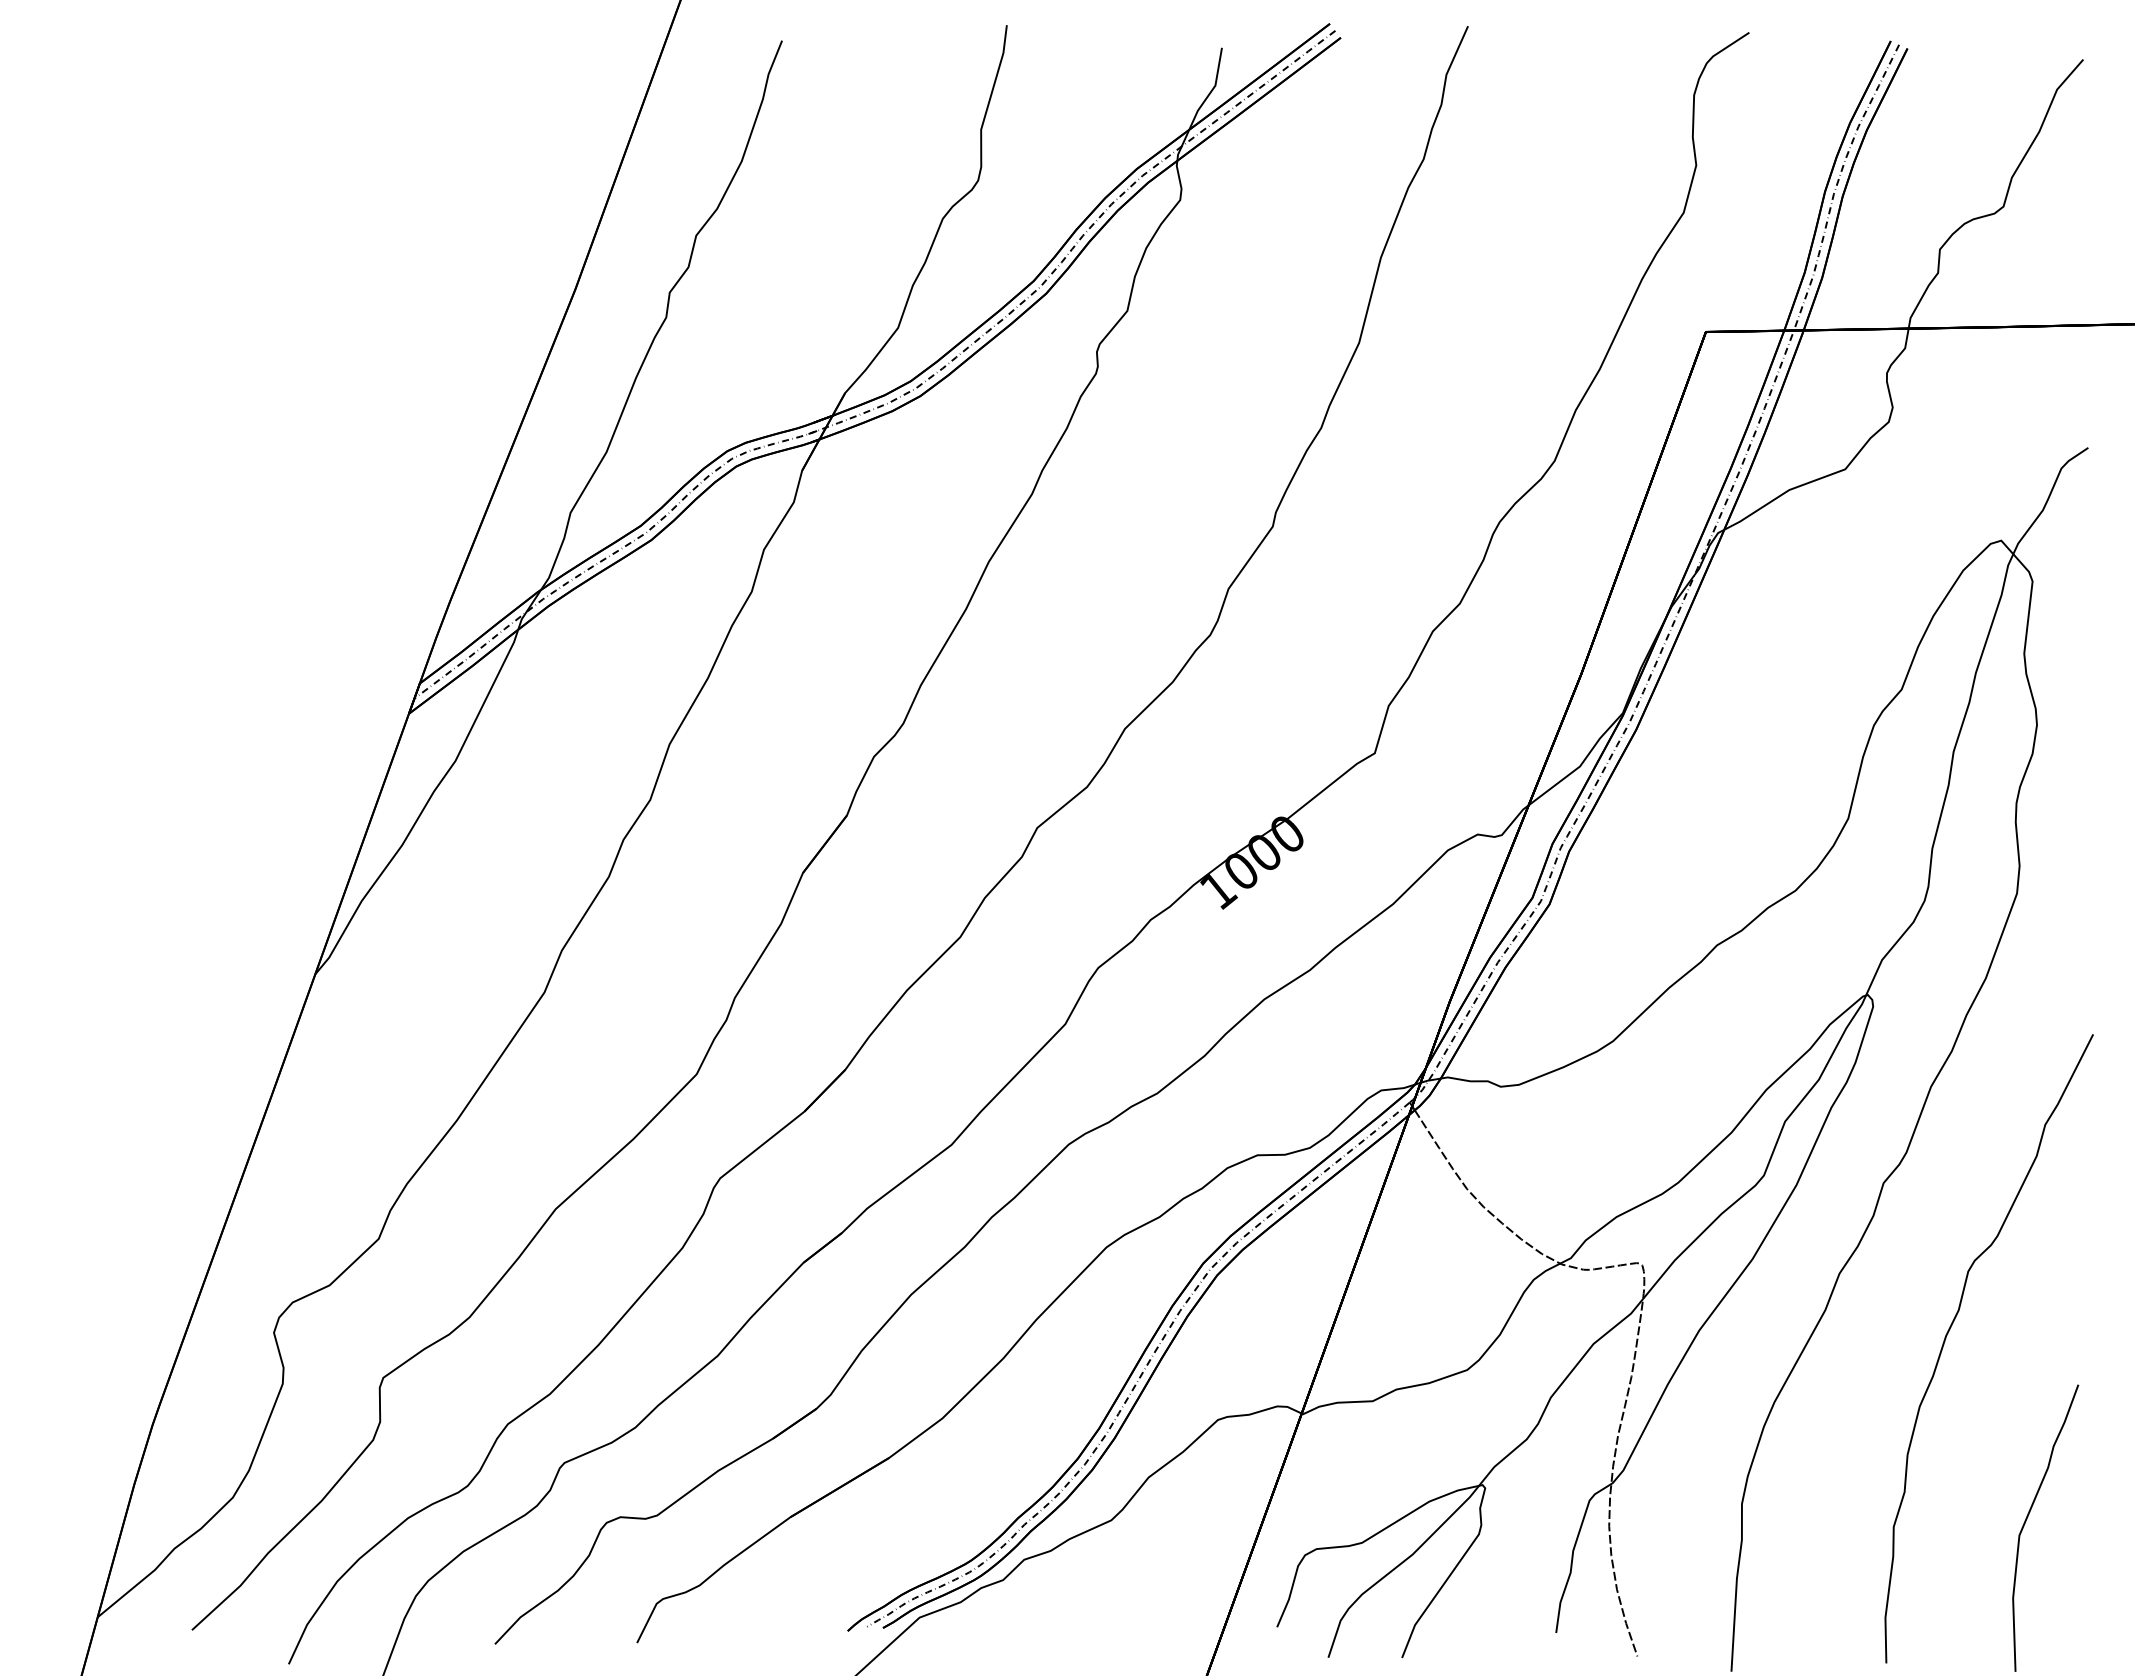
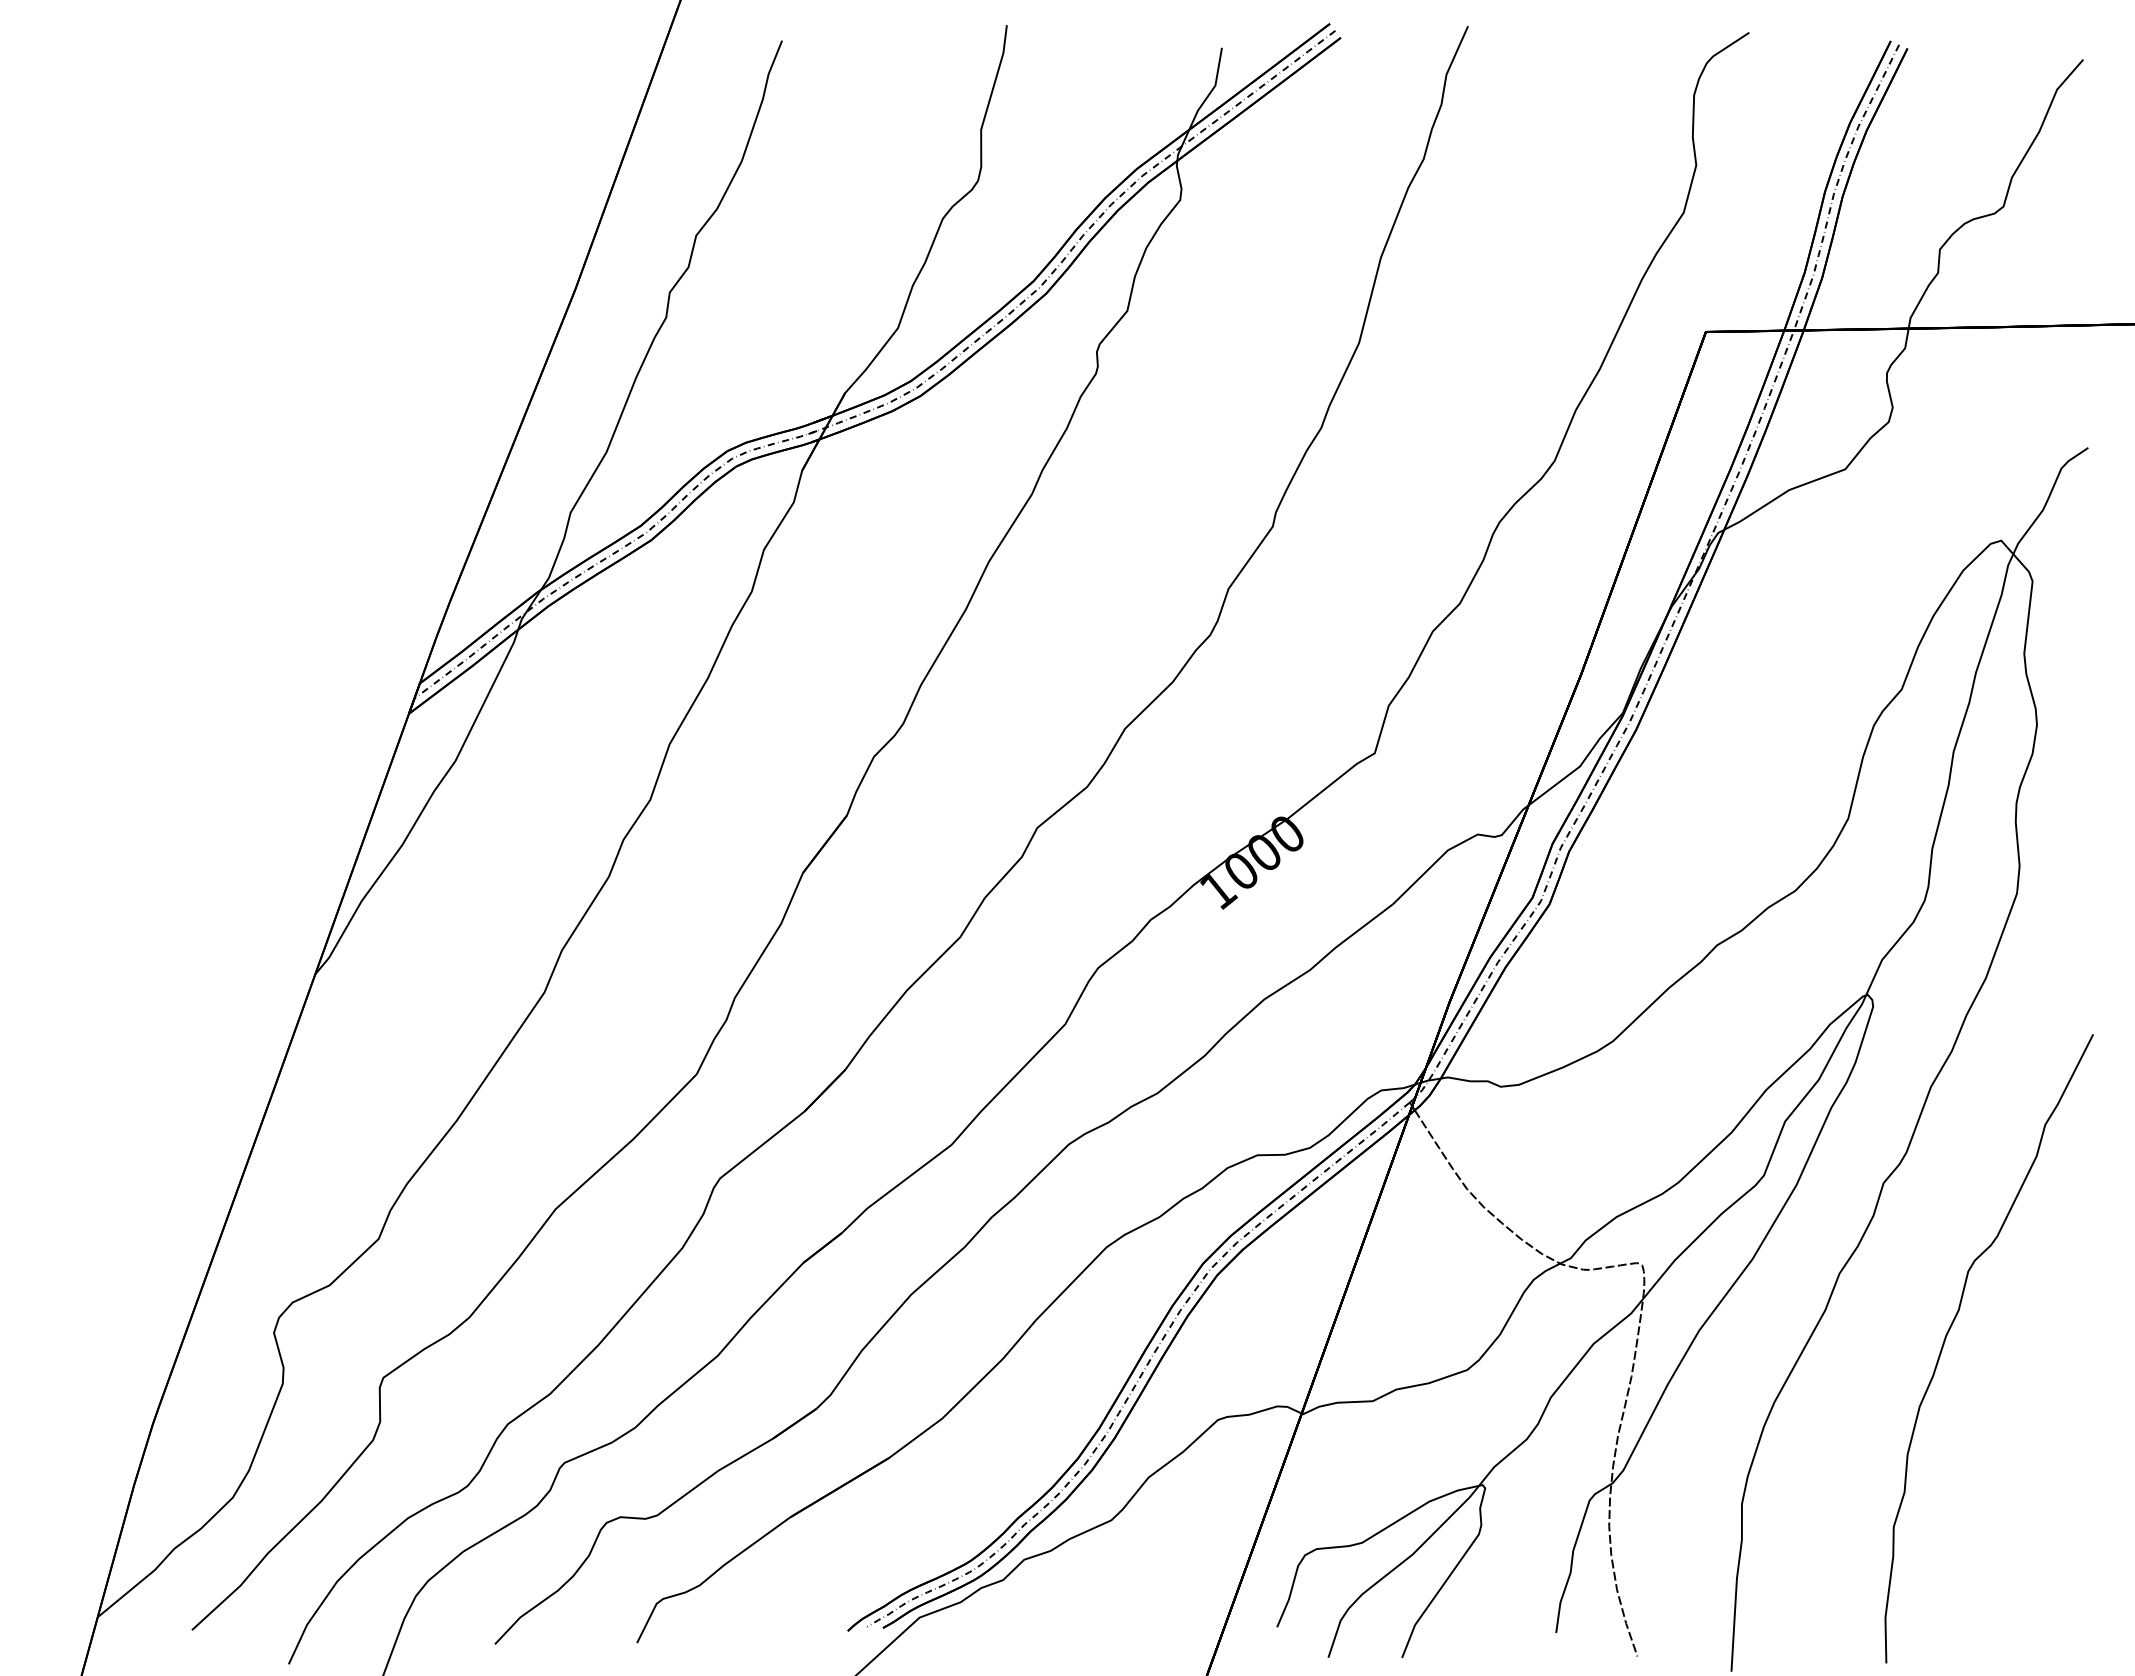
curve at (2027, 1519): present -> none
